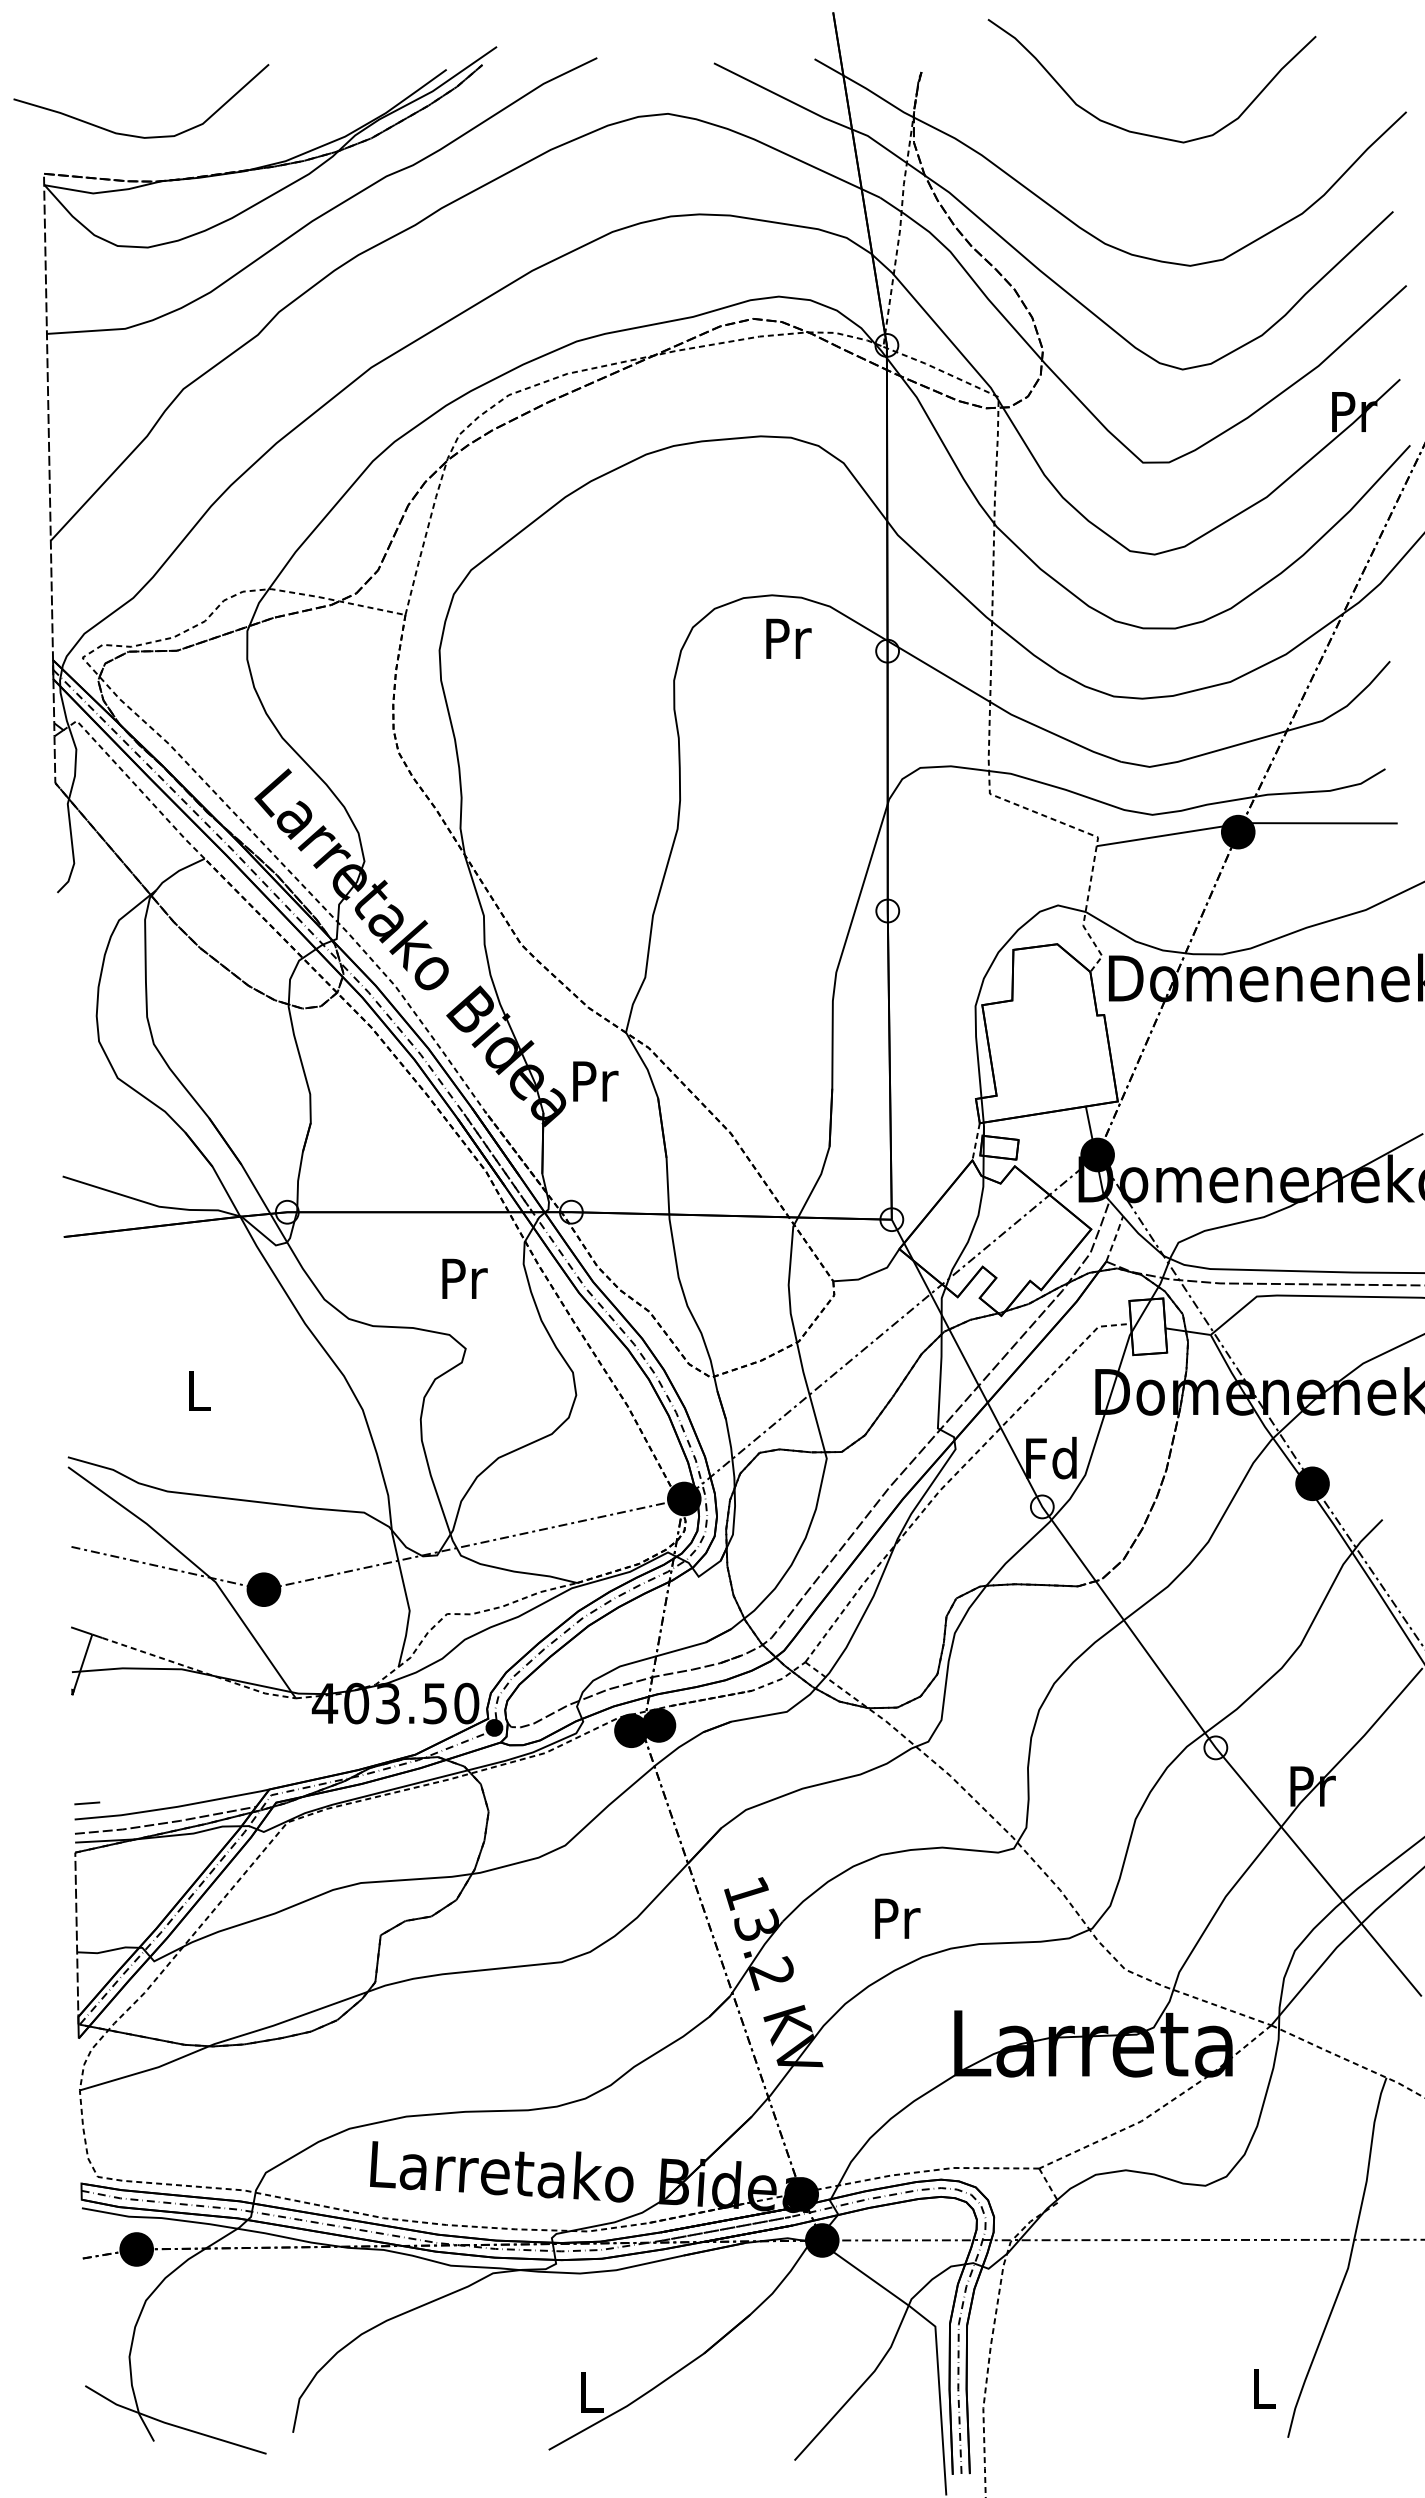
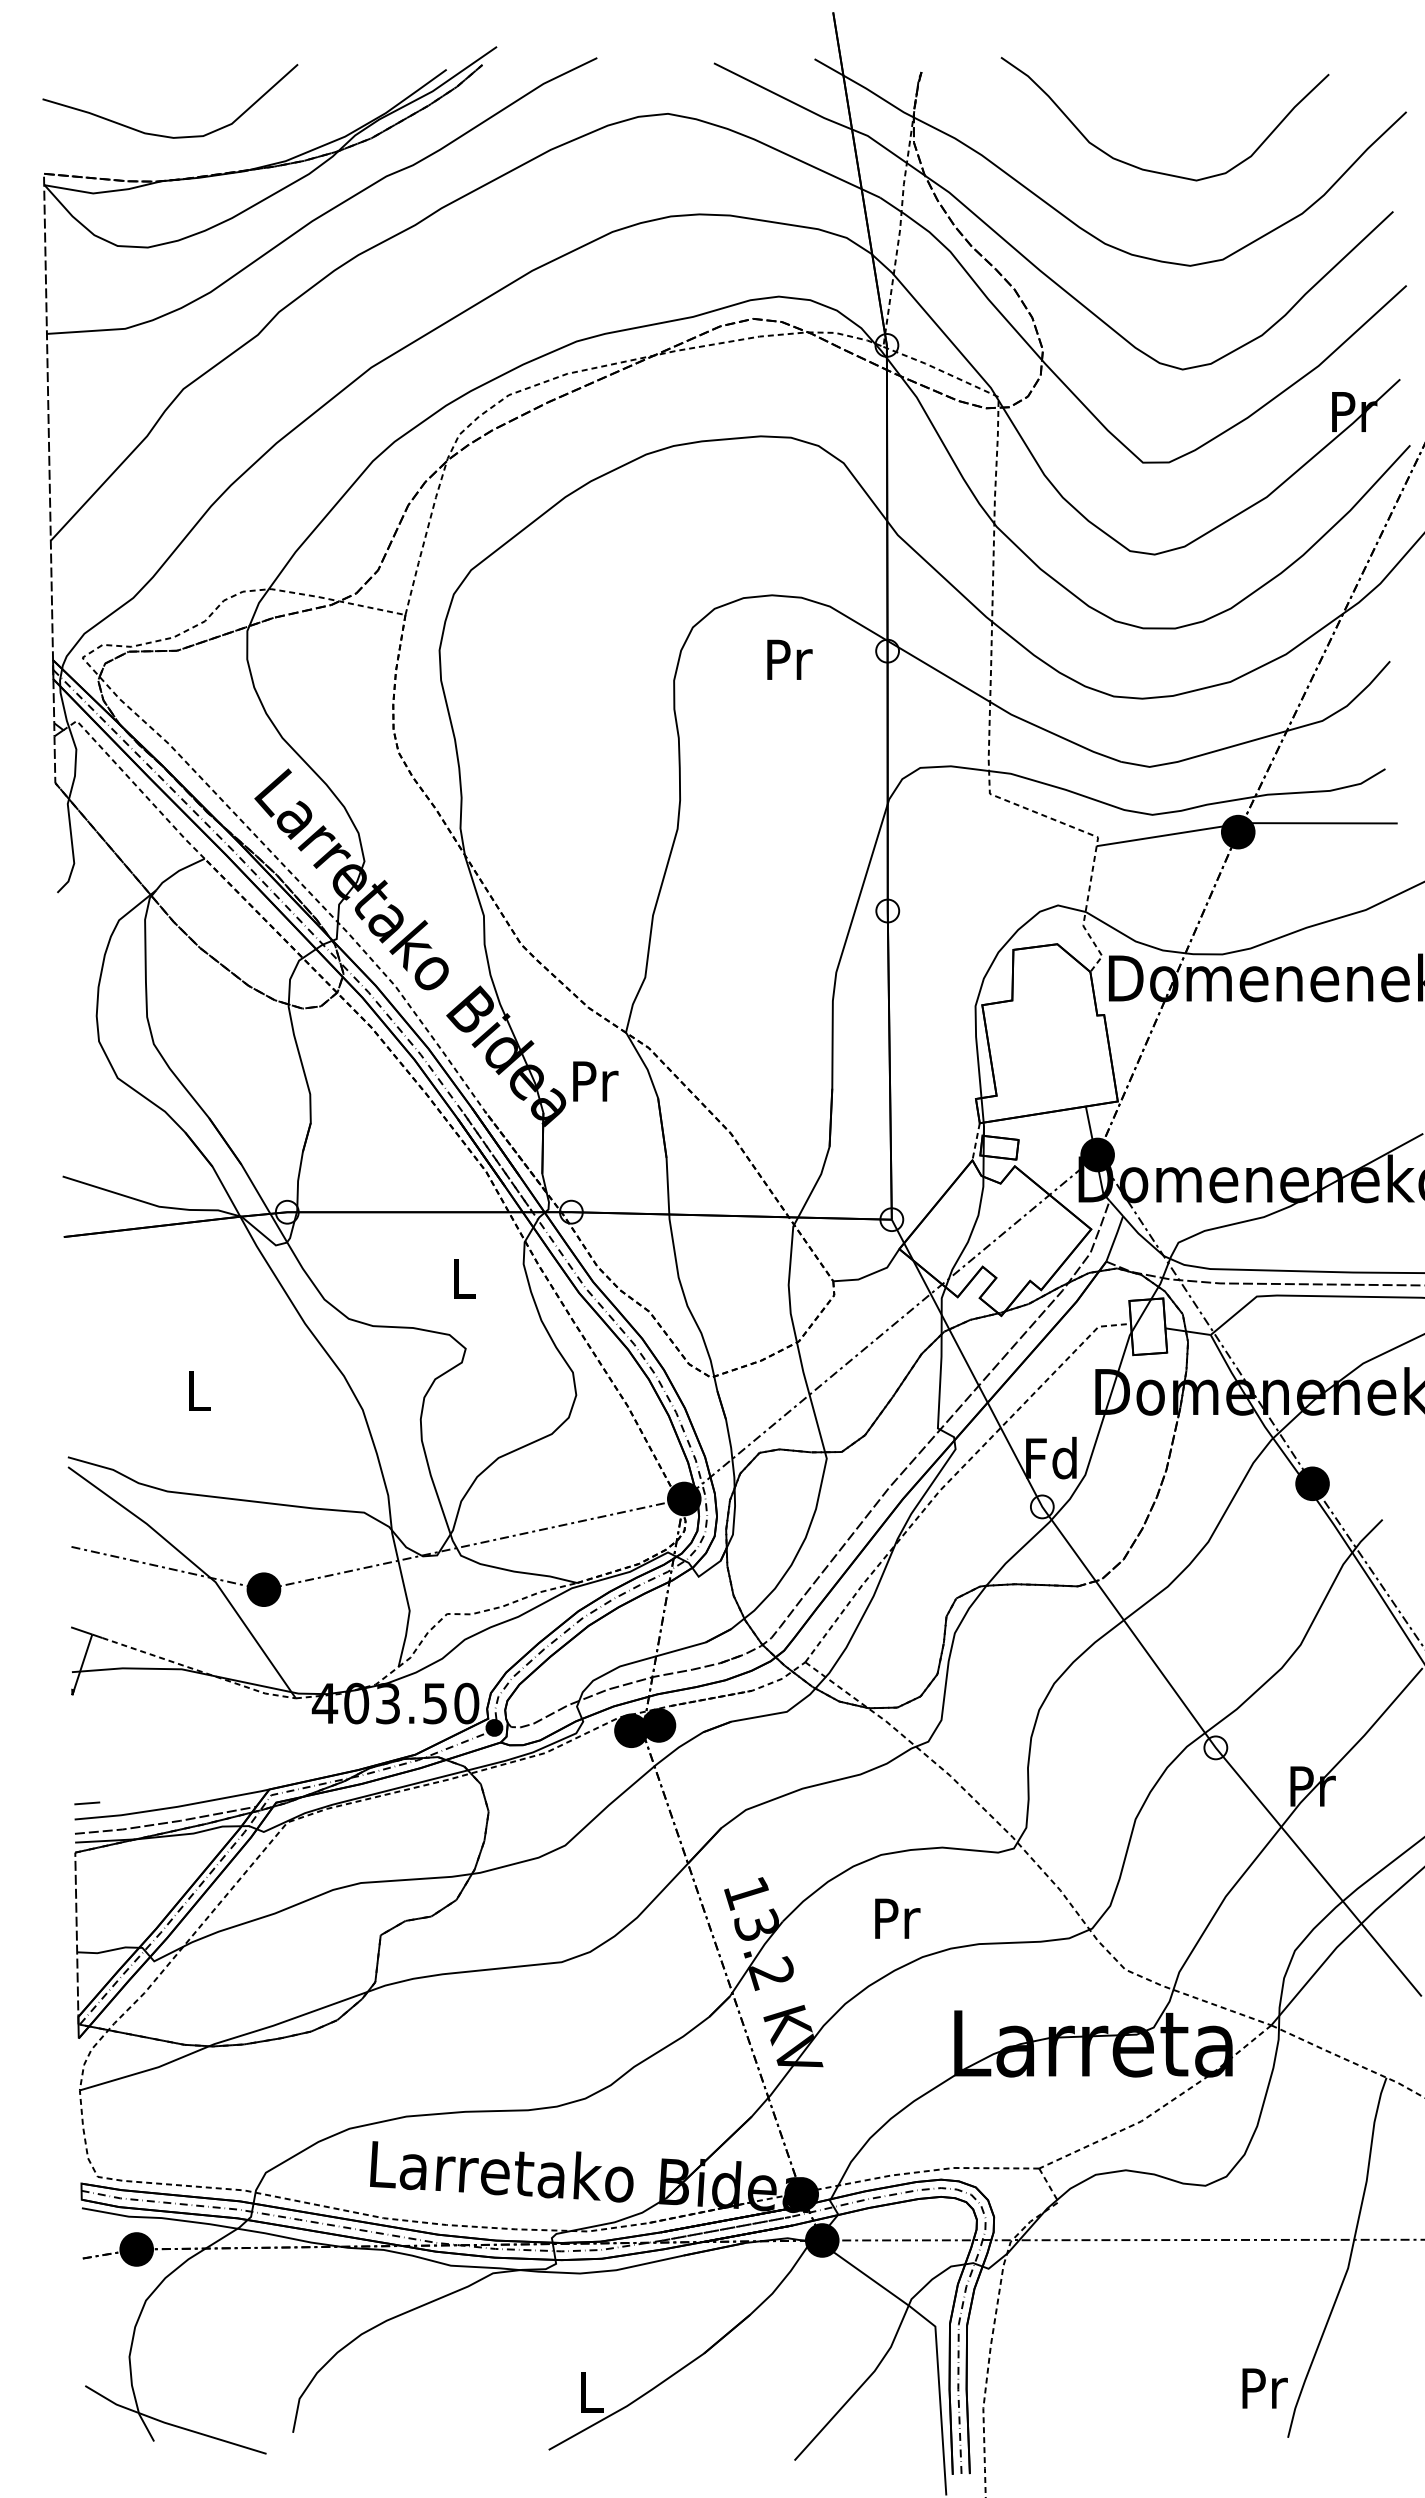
curve at (1140, 132) position: (1140, 132) -> (1153, 170)
curve at (137, 135) position: (137, 135) -> (166, 135)
text at (788, 638) position: (788, 638) -> (789, 659)
line at (1115, 1238): dashed -> solid
text at (464, 1278): Pr -> L
text at (1264, 2388): L -> Pr
